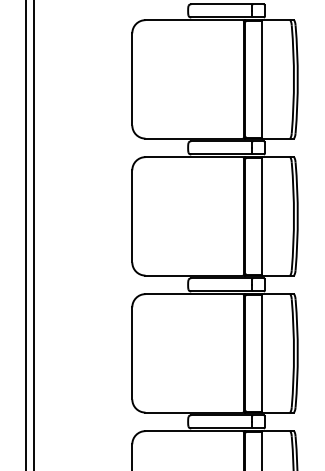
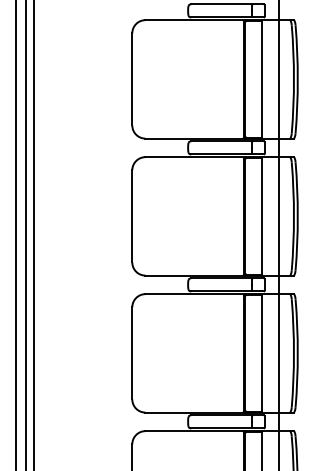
line at (15, 234): none -> present
line at (279, 234): none -> present
